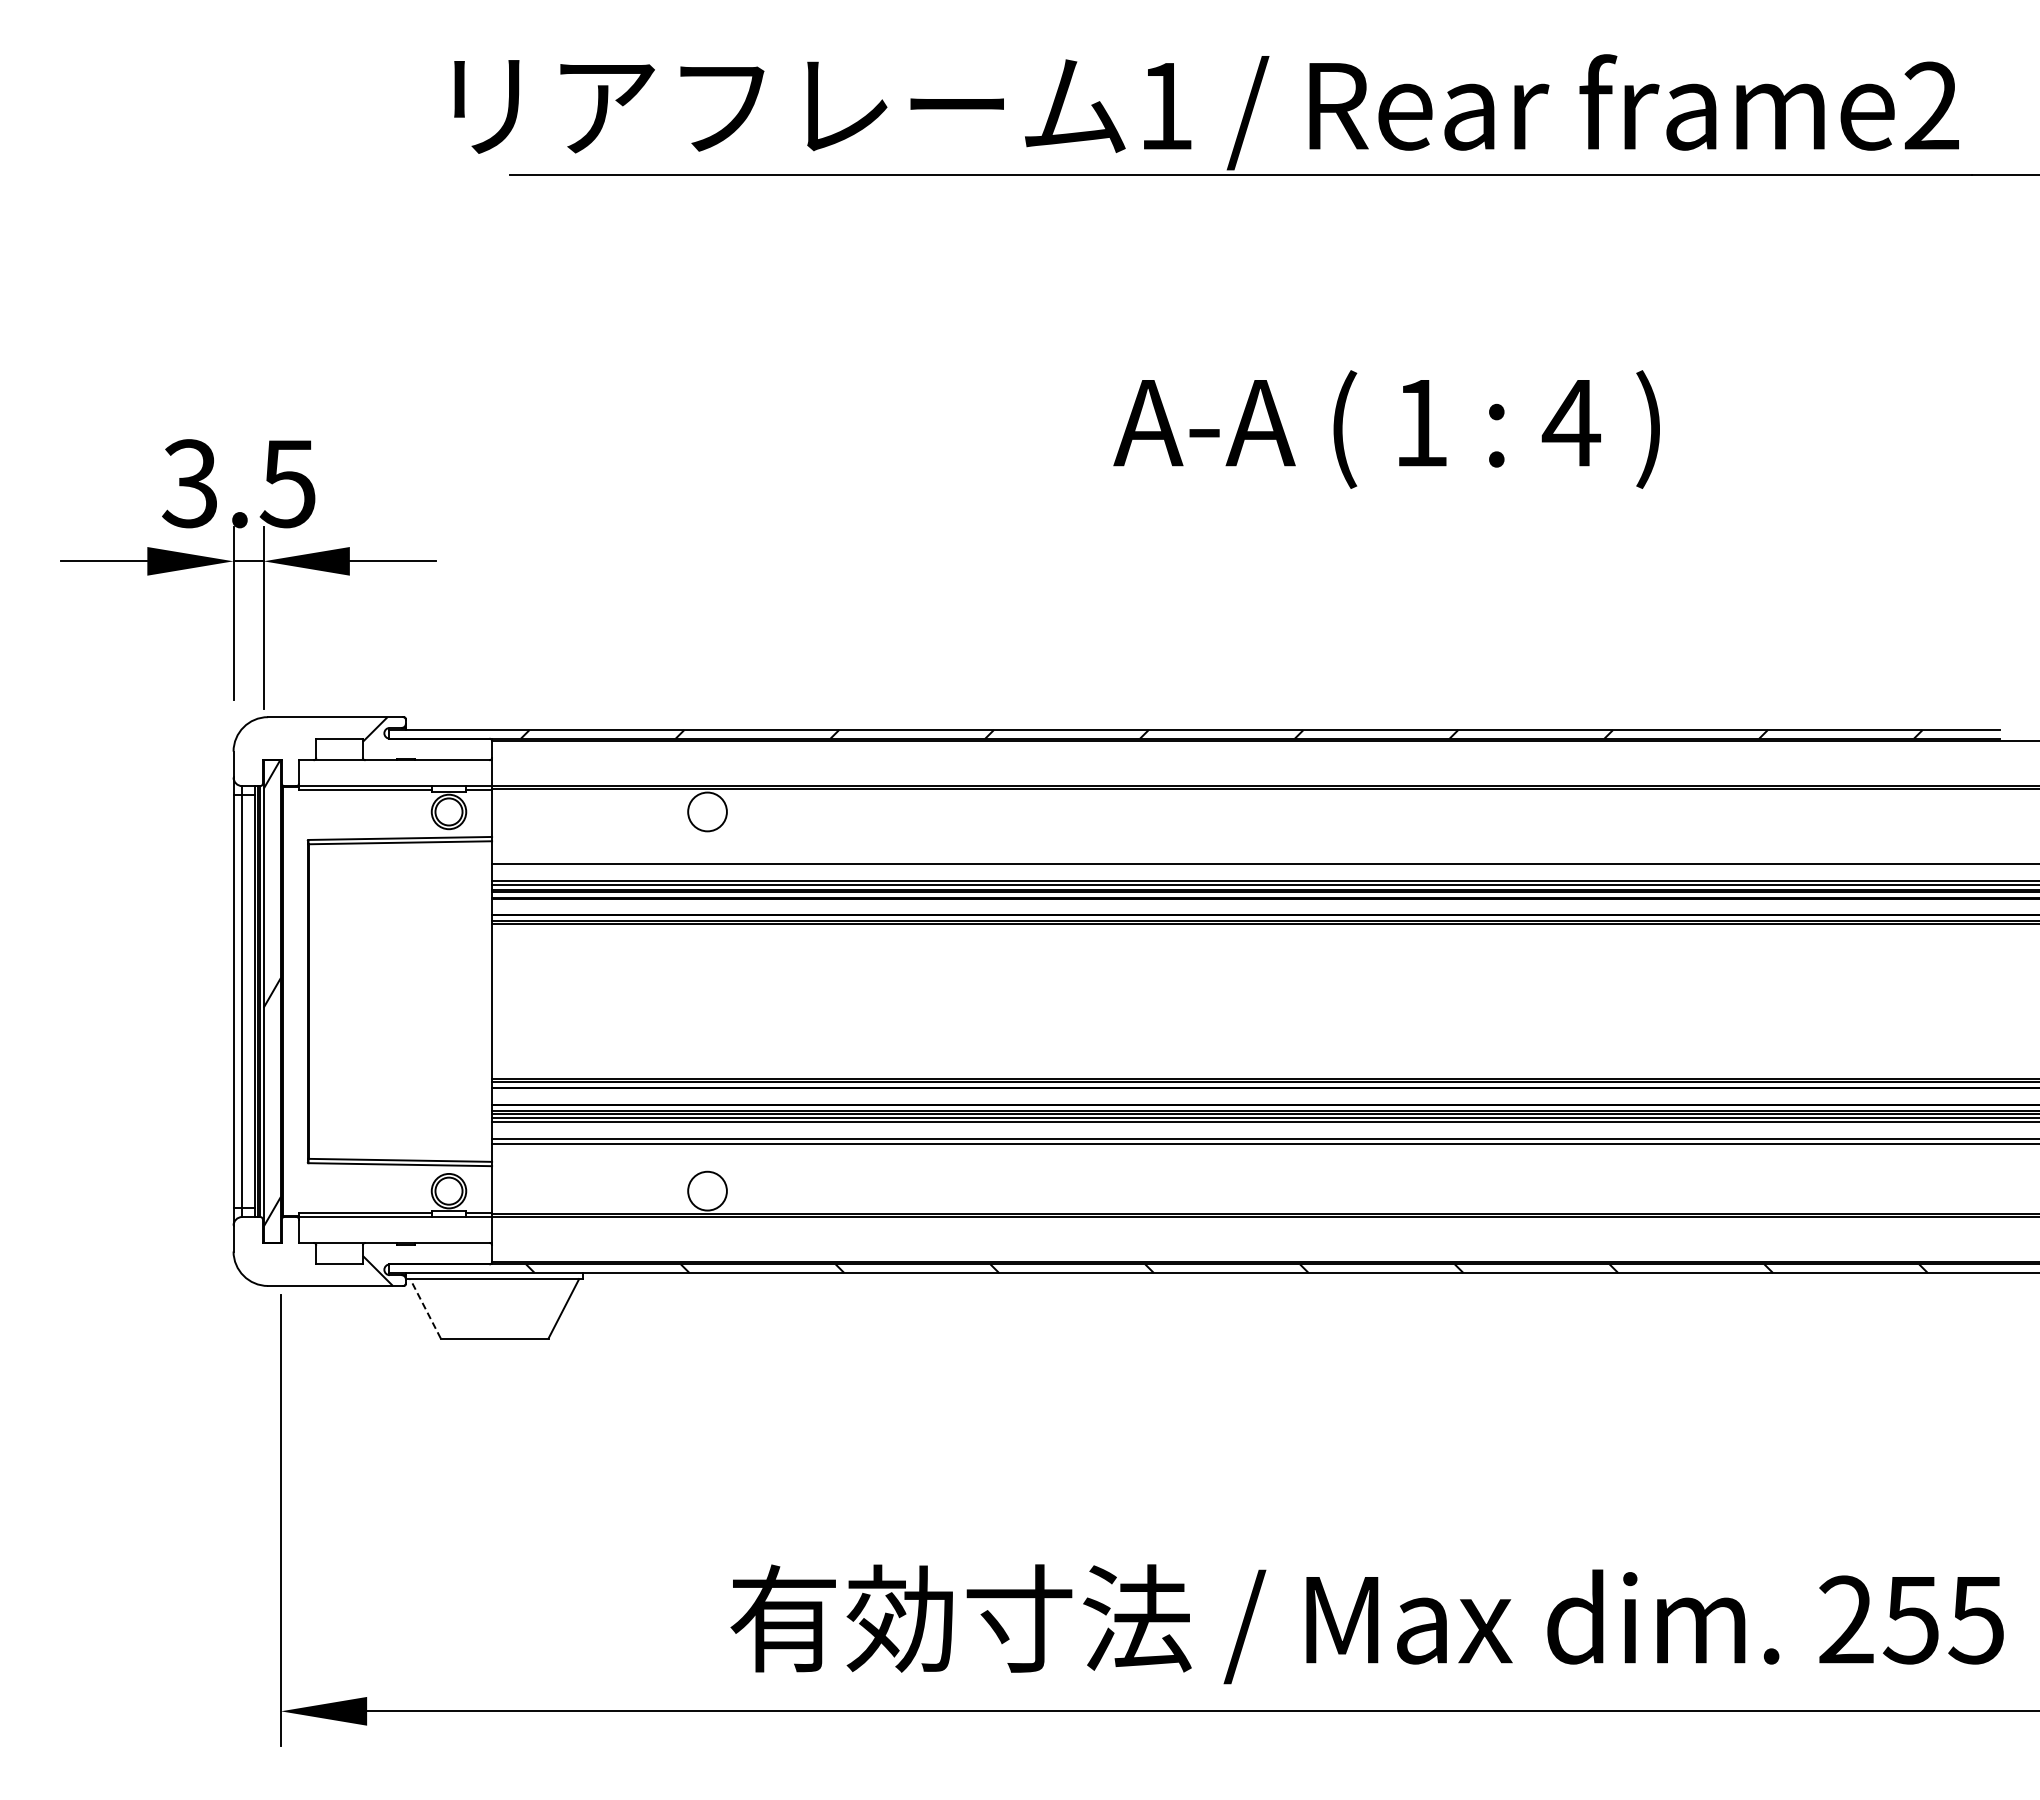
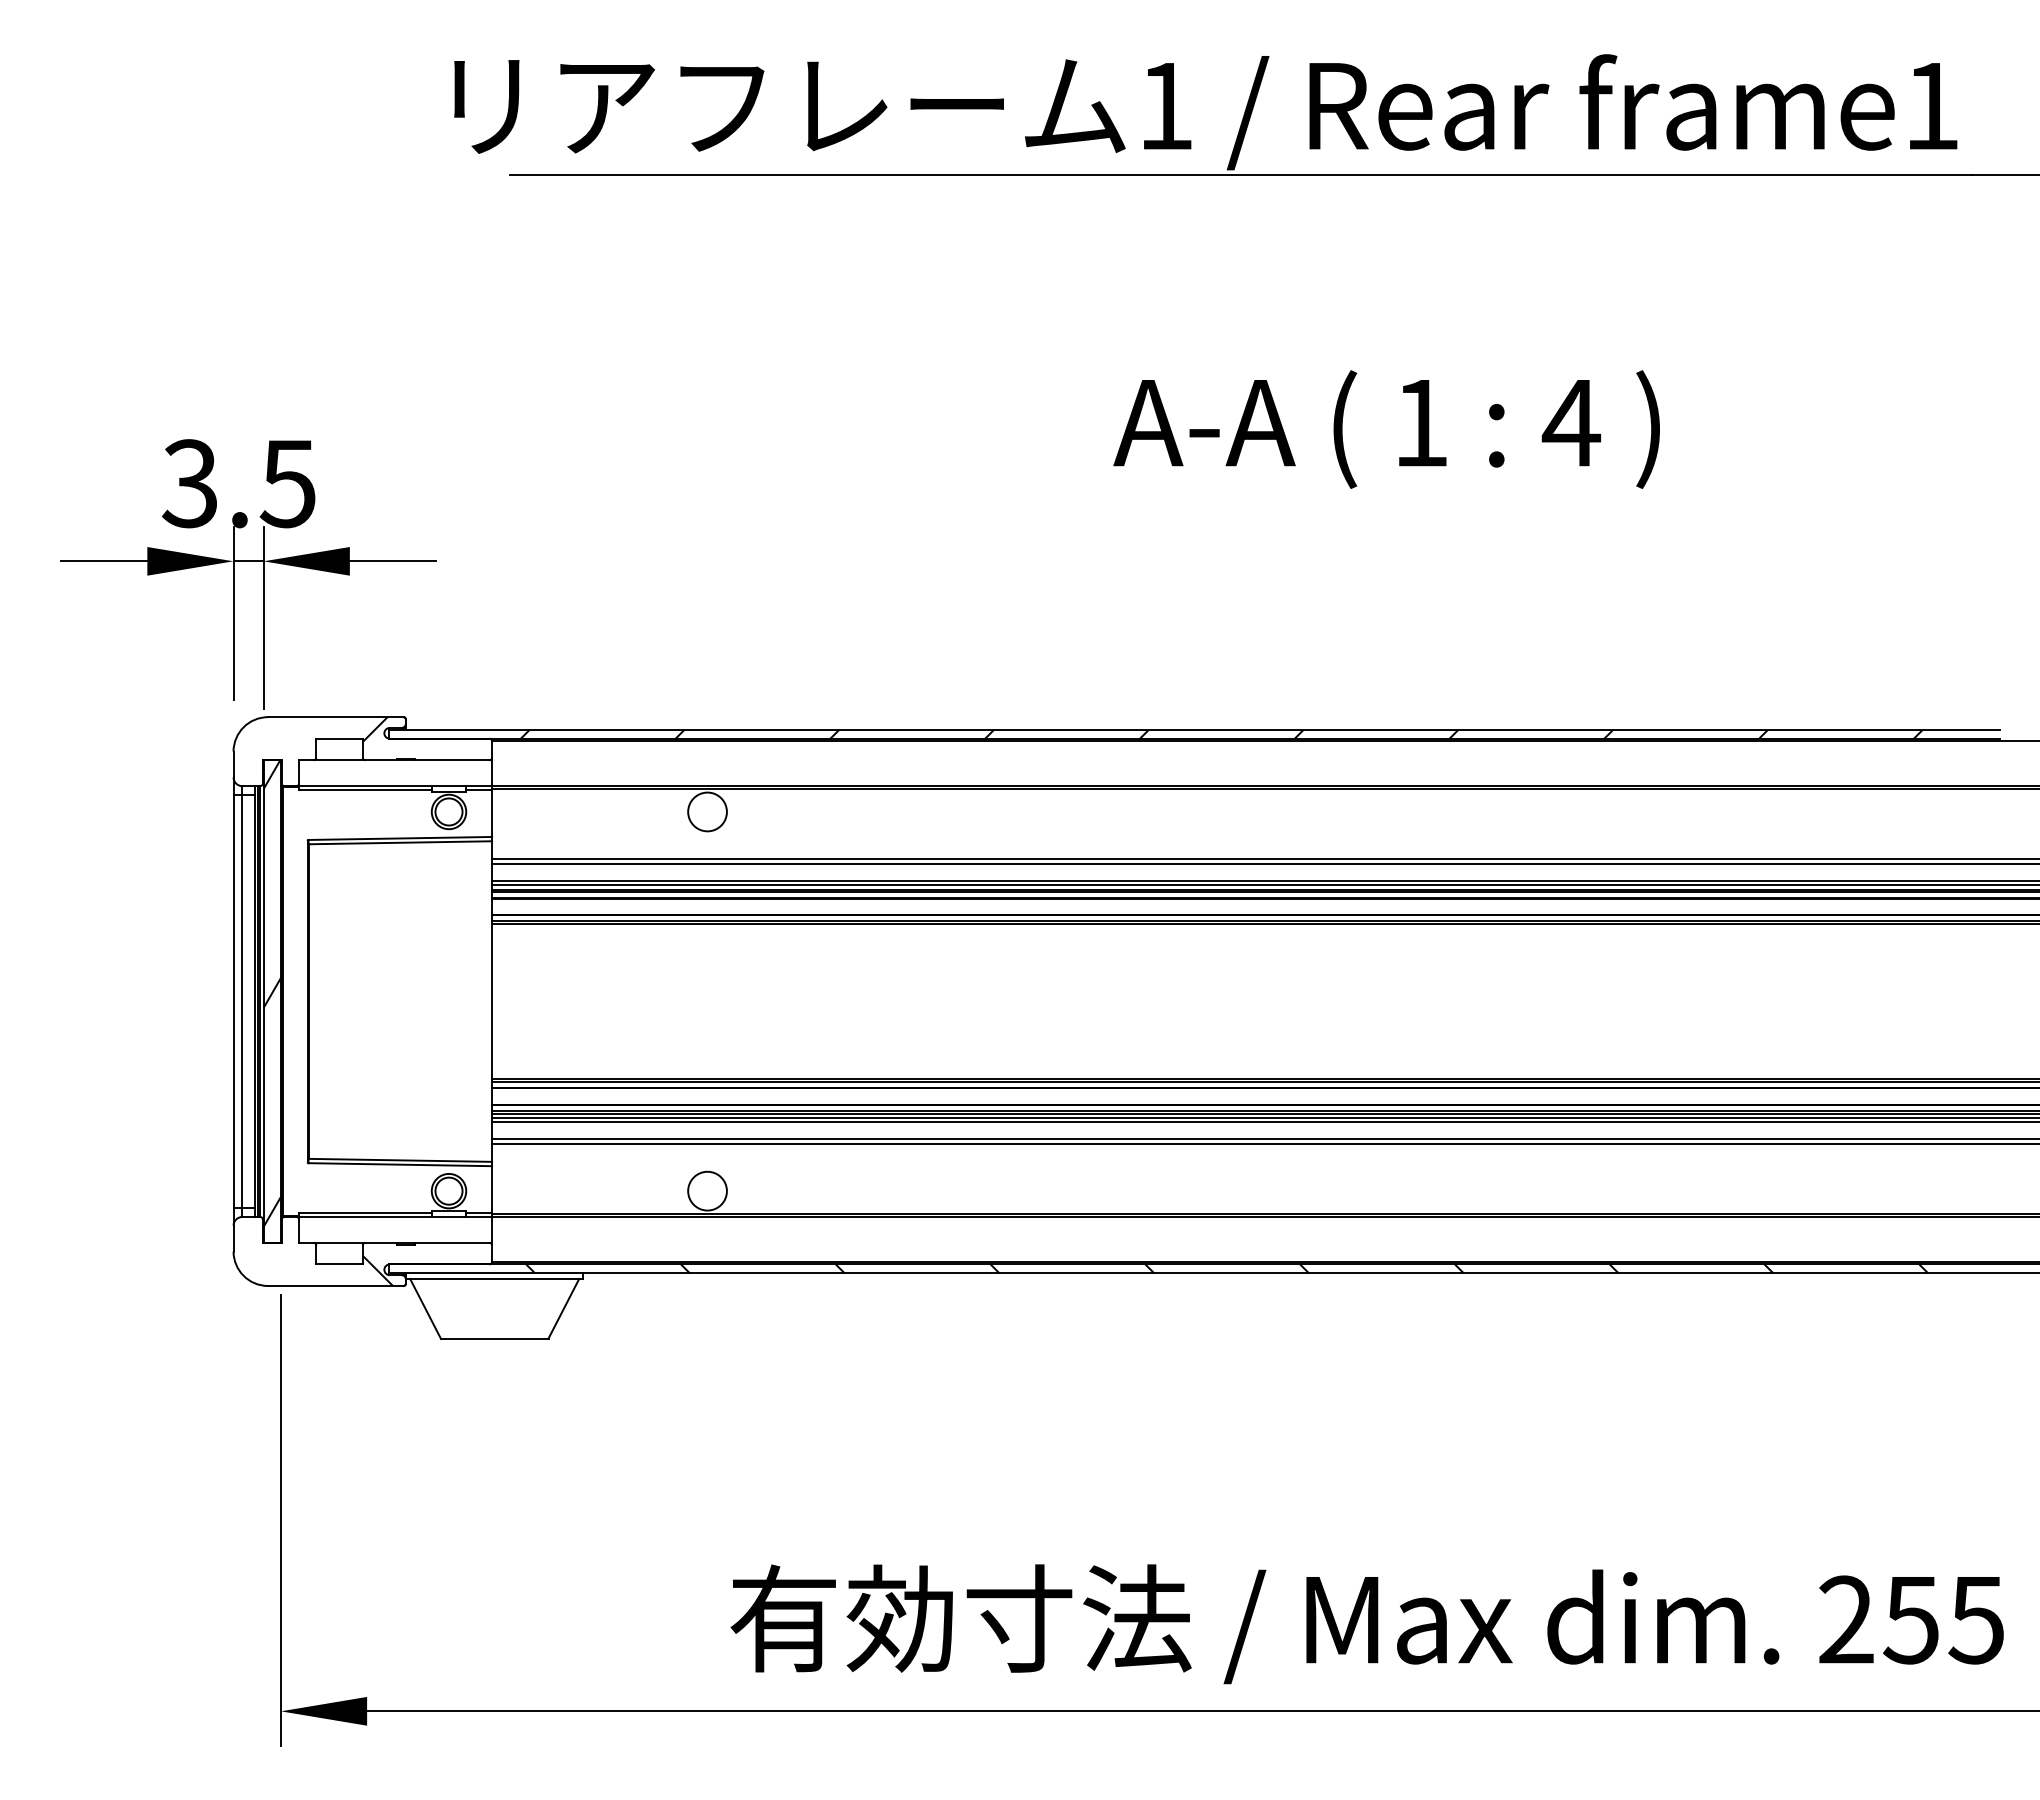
text at (1931, 105): frame2 -> frame1
line at (1264, 859): none -> present
line at (425, 1308): dashed -> solid
